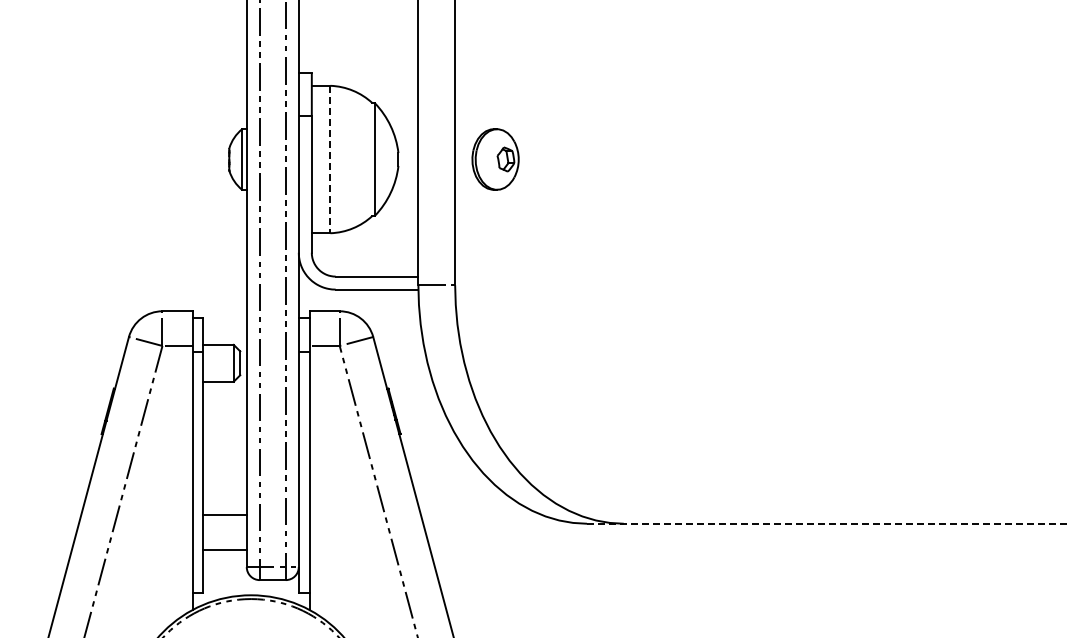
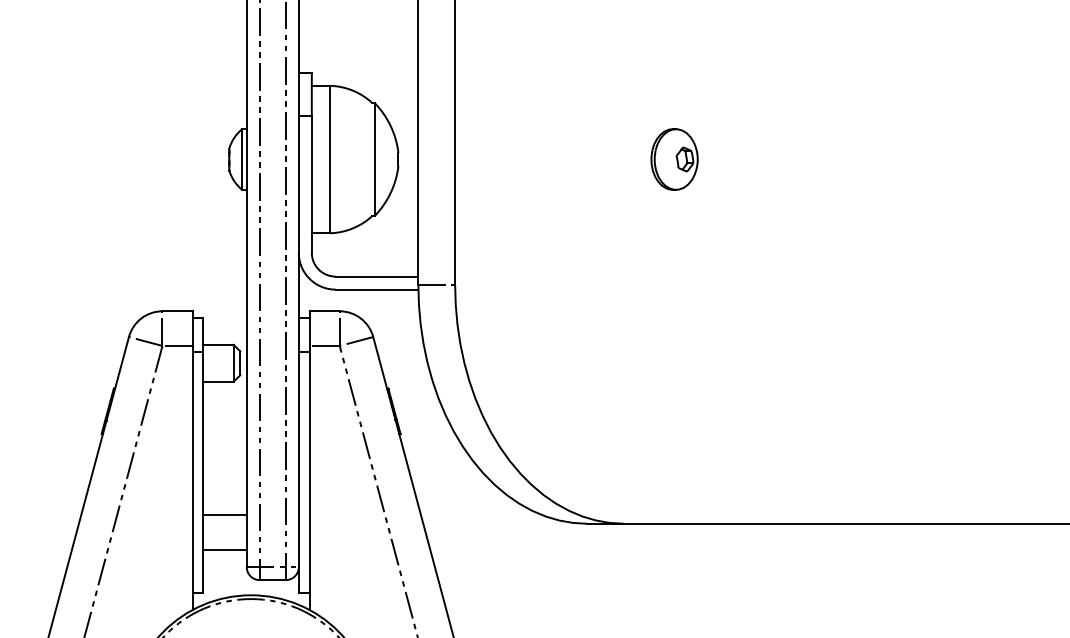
line at (330, 159): dashed -> solid
part at (495, 159) position: (495, 159) -> (674, 159)
line at (828, 523): dashed -> solid
